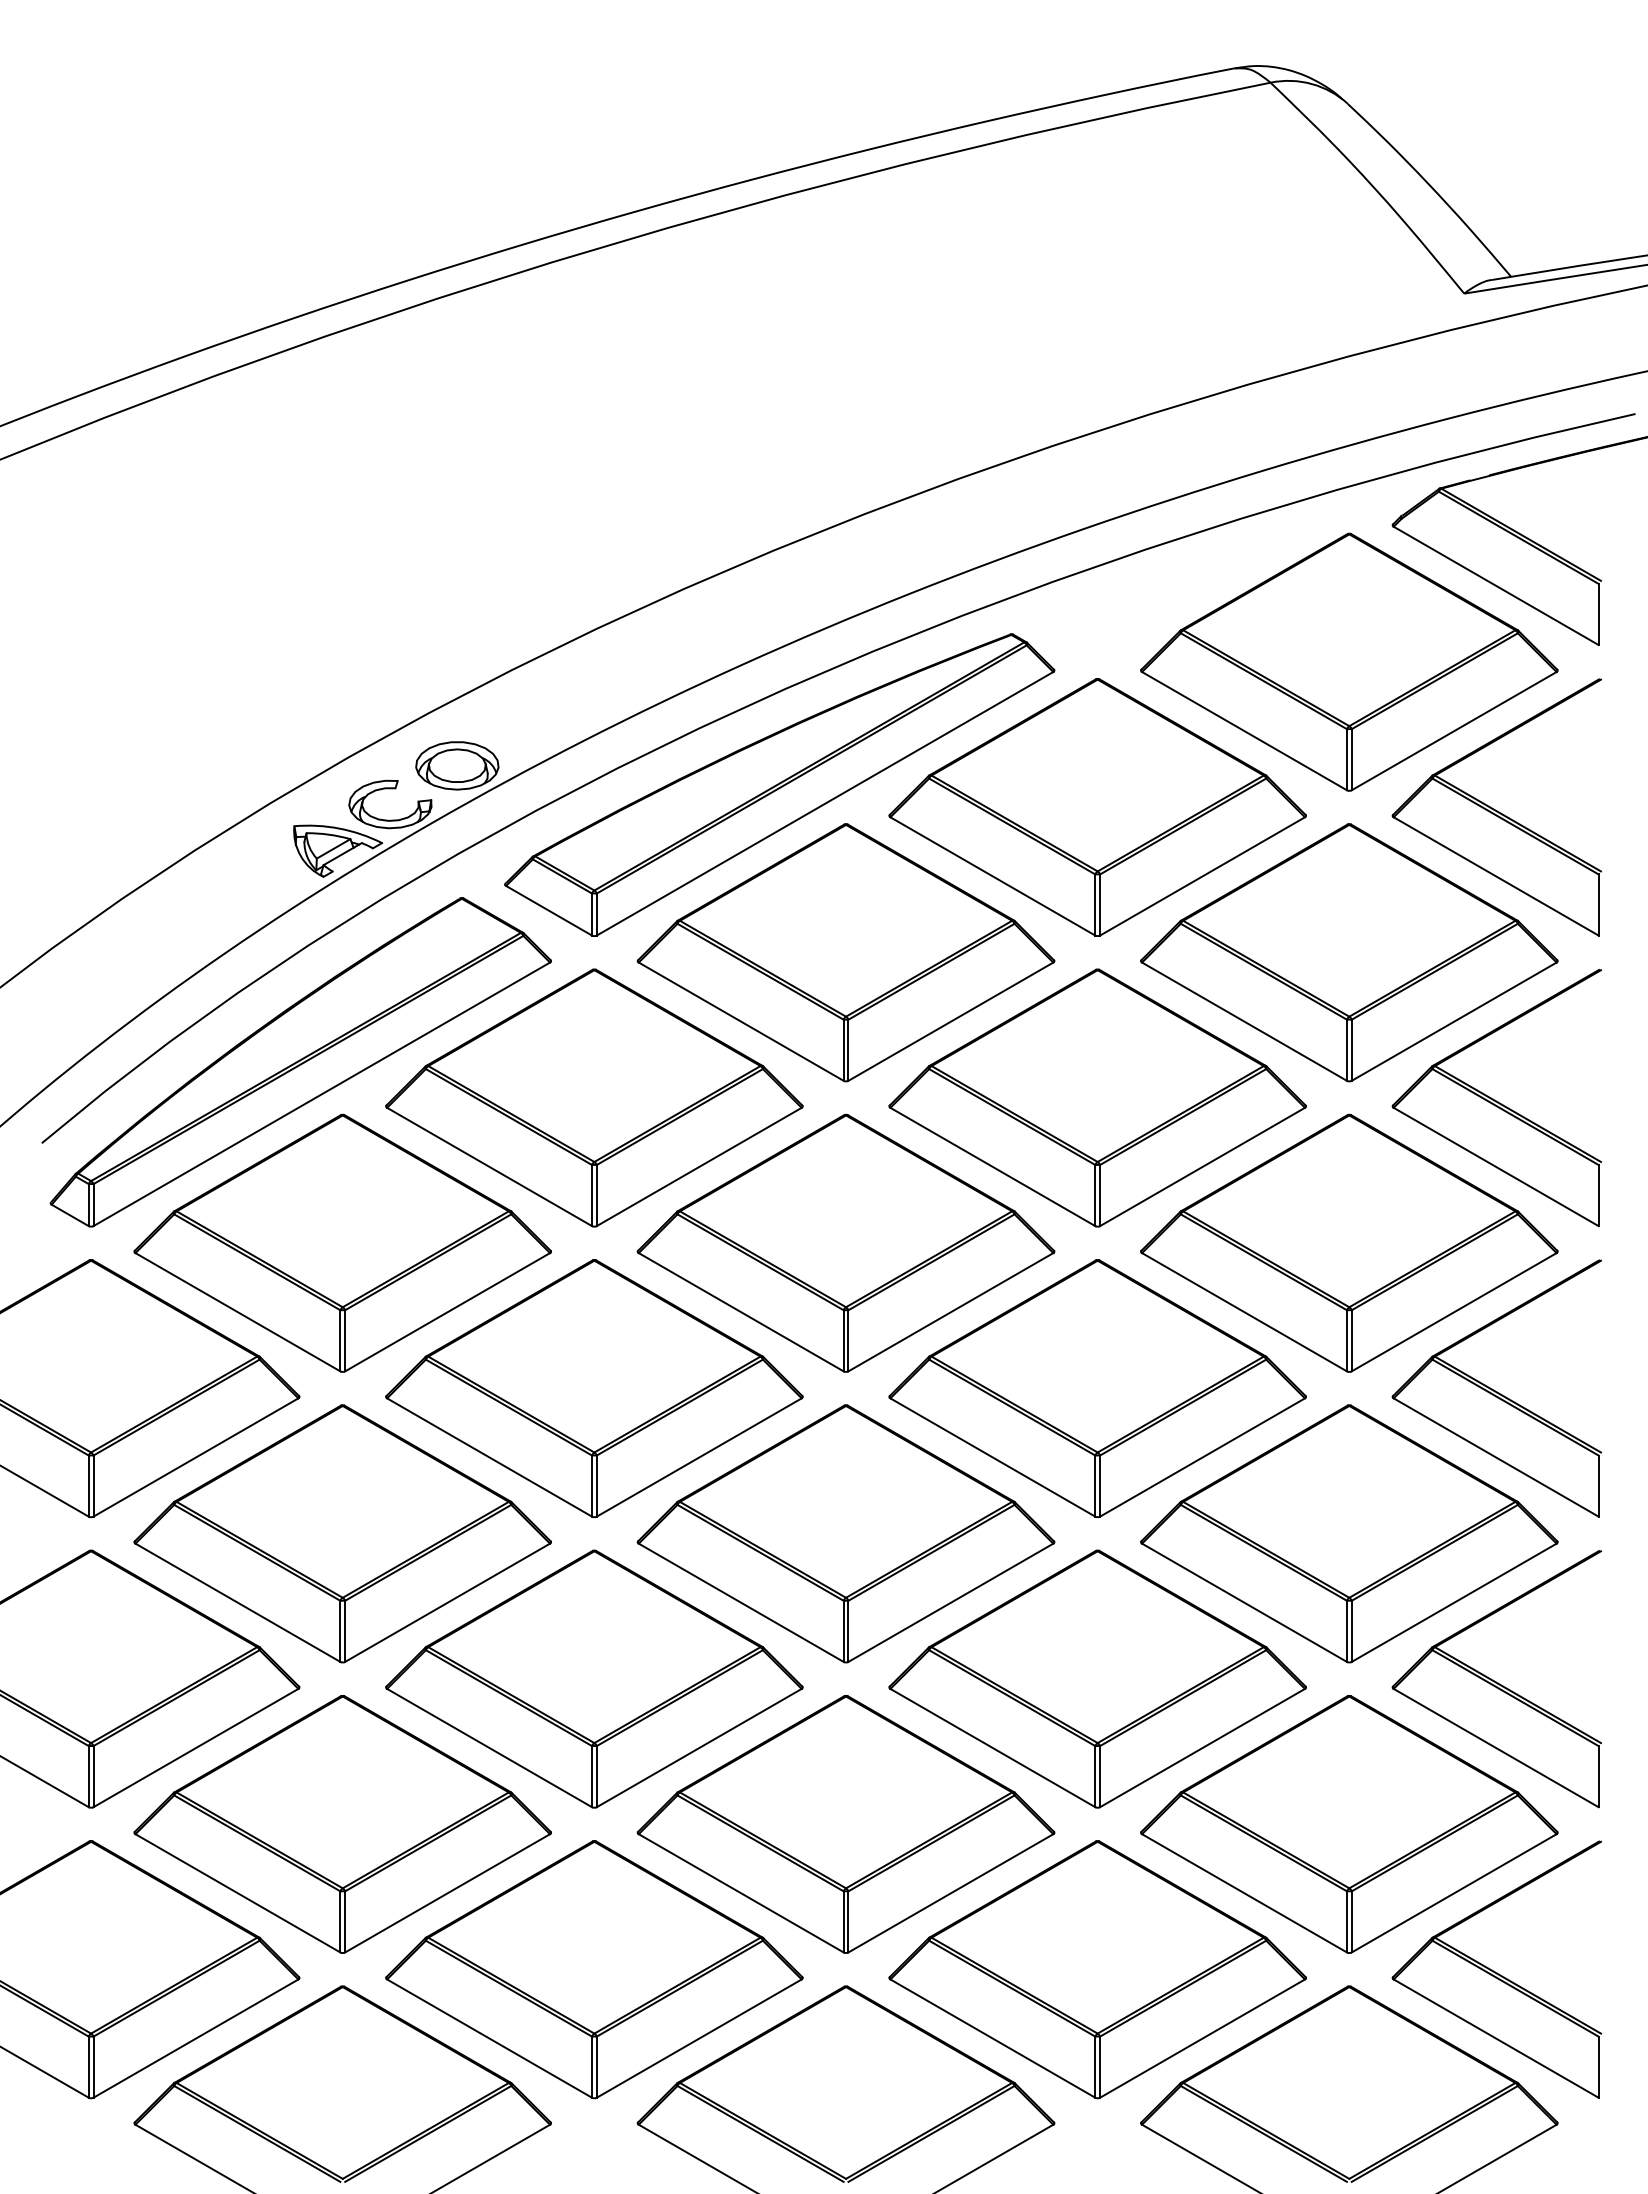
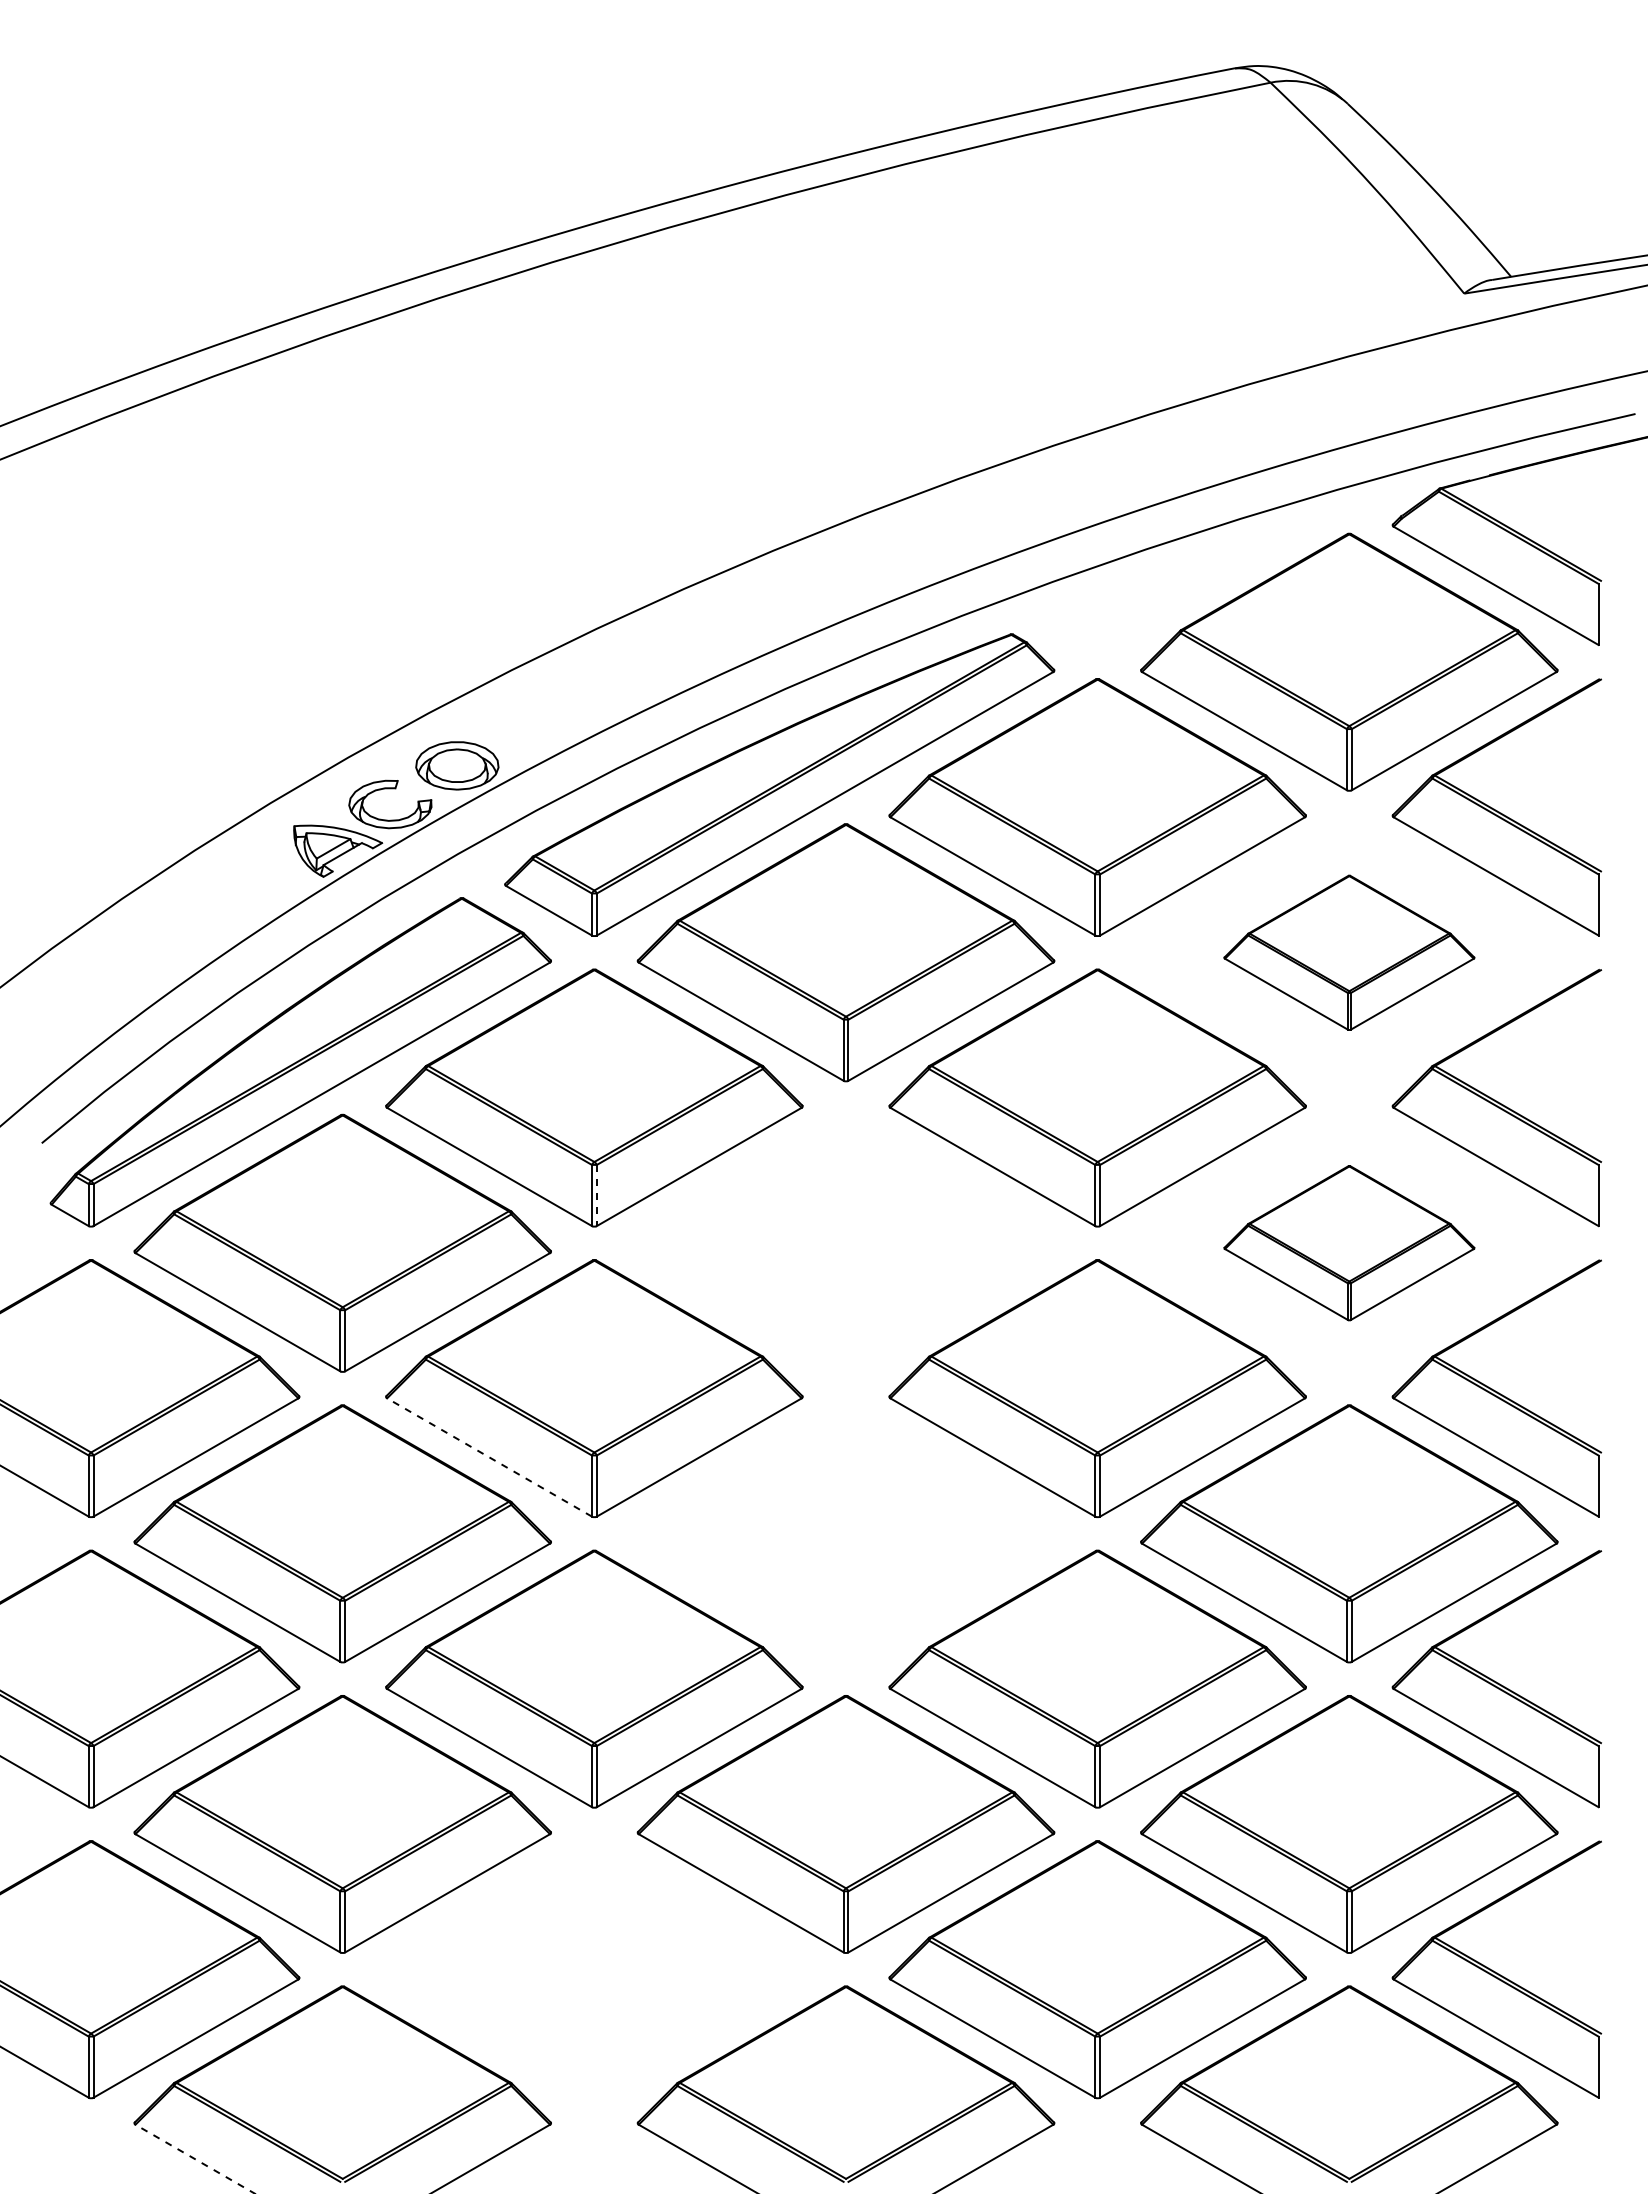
part at (1349, 952) size: 419x260 px -> 253x157 px
line at (596, 1195): solid -> dashed
part at (845, 1242): present -> none
part at (1349, 1242) size: 419x260 px -> 253x157 px
line at (489, 1457): solid -> dashed
part at (845, 1533): present -> none
part at (594, 1969): present -> none
line at (195, 2159): solid -> dashed
